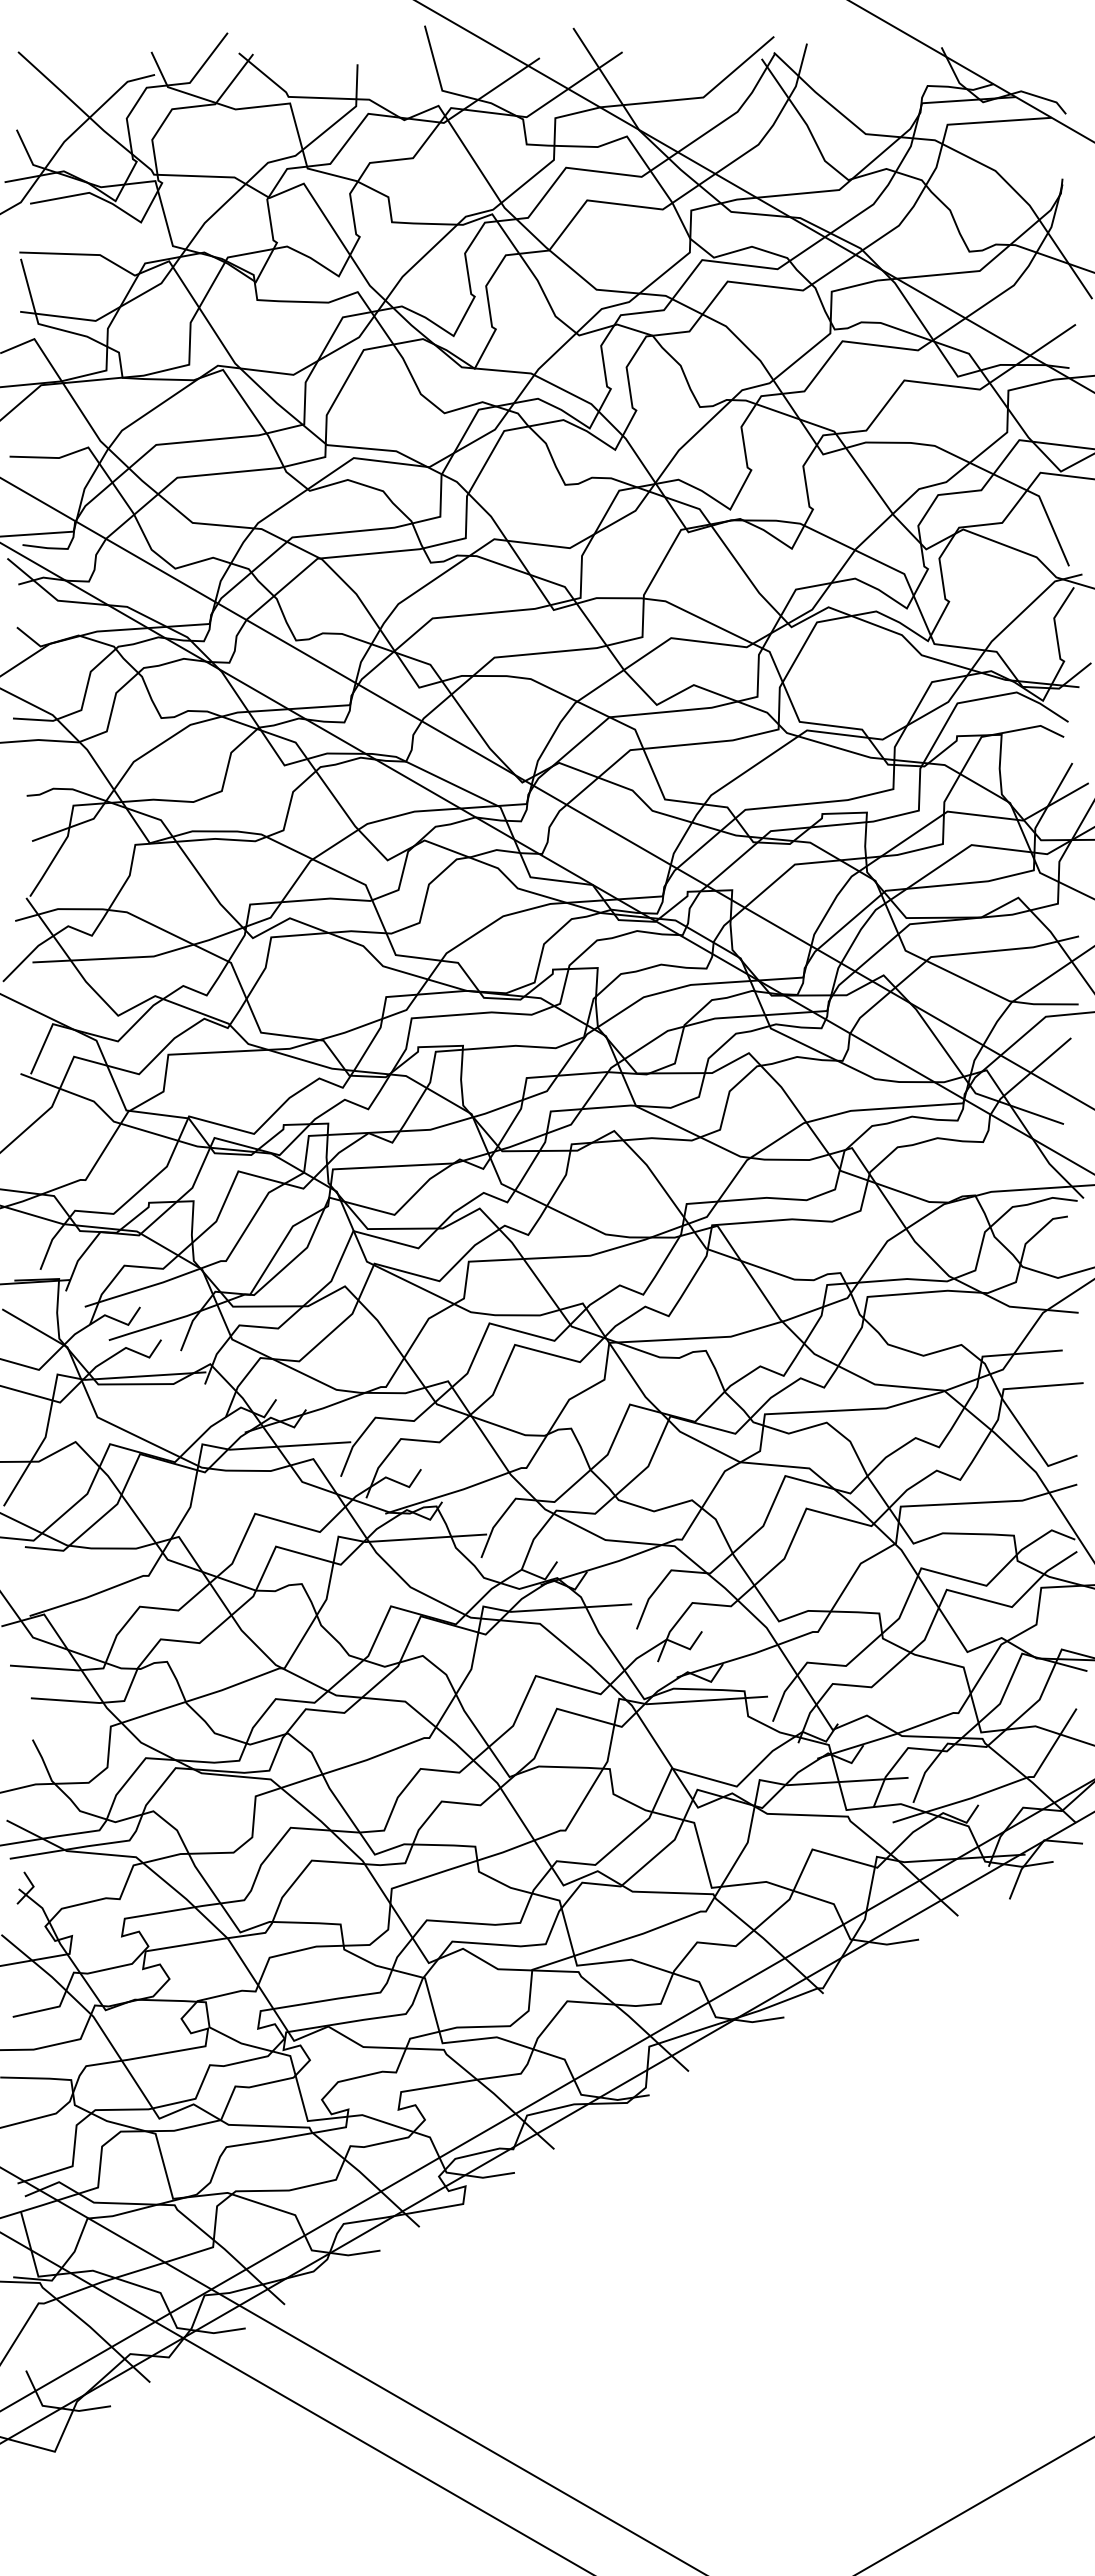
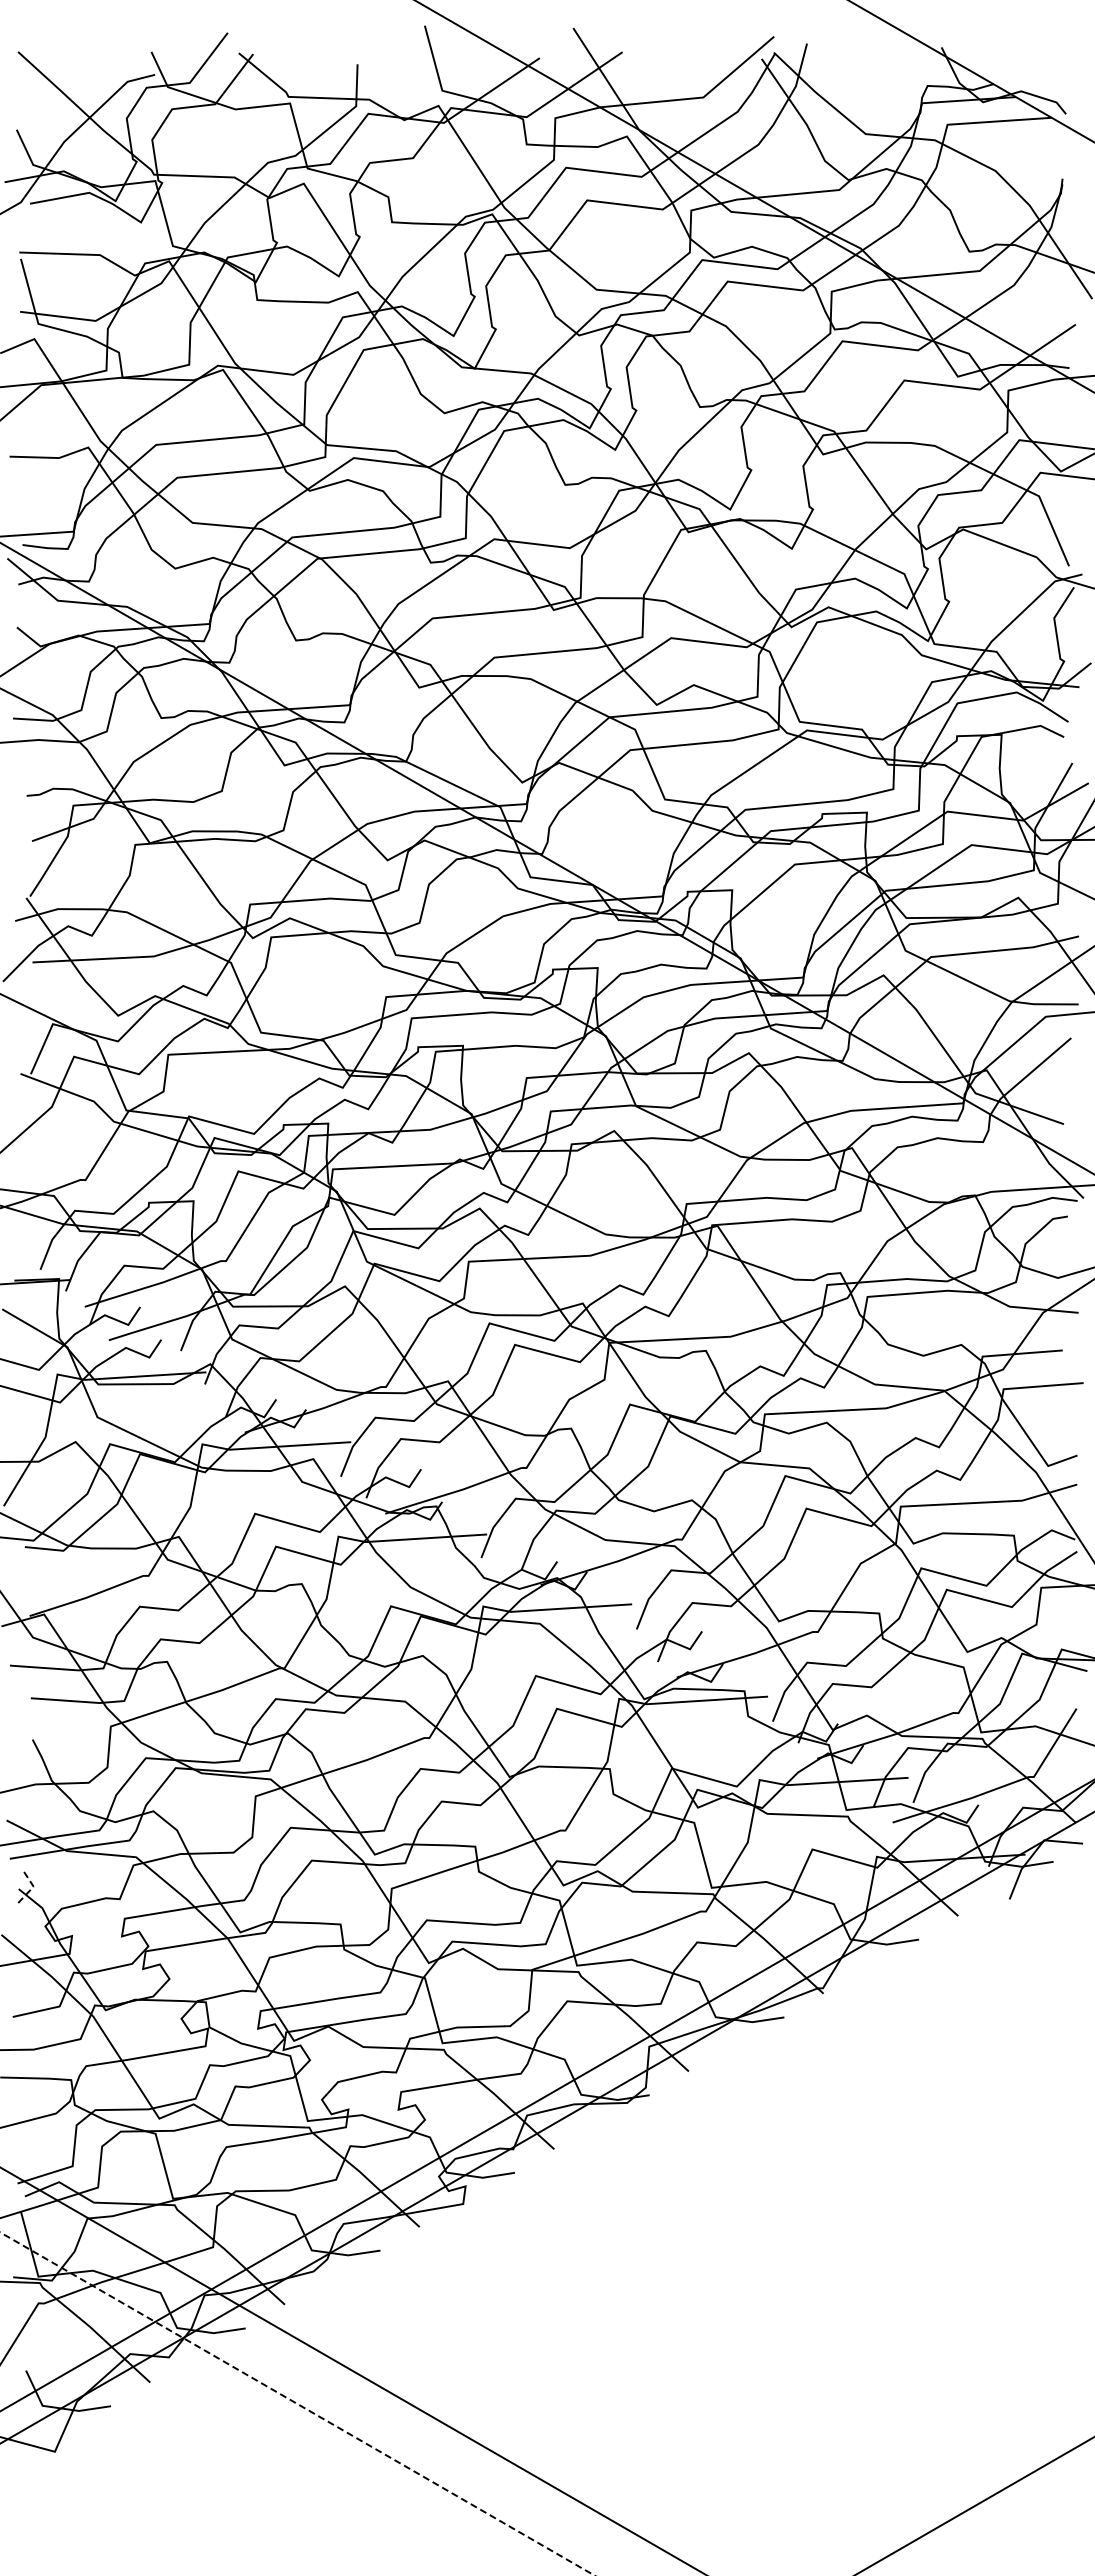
line at (546, 793): present -> none
line at (31, 1888): solid -> dashed
line at (297, 2404): solid -> dashed
